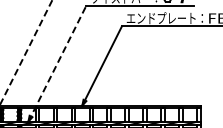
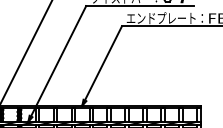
line at (26, 52): dashed -> solid
line at (57, 63): dashed -> solid
